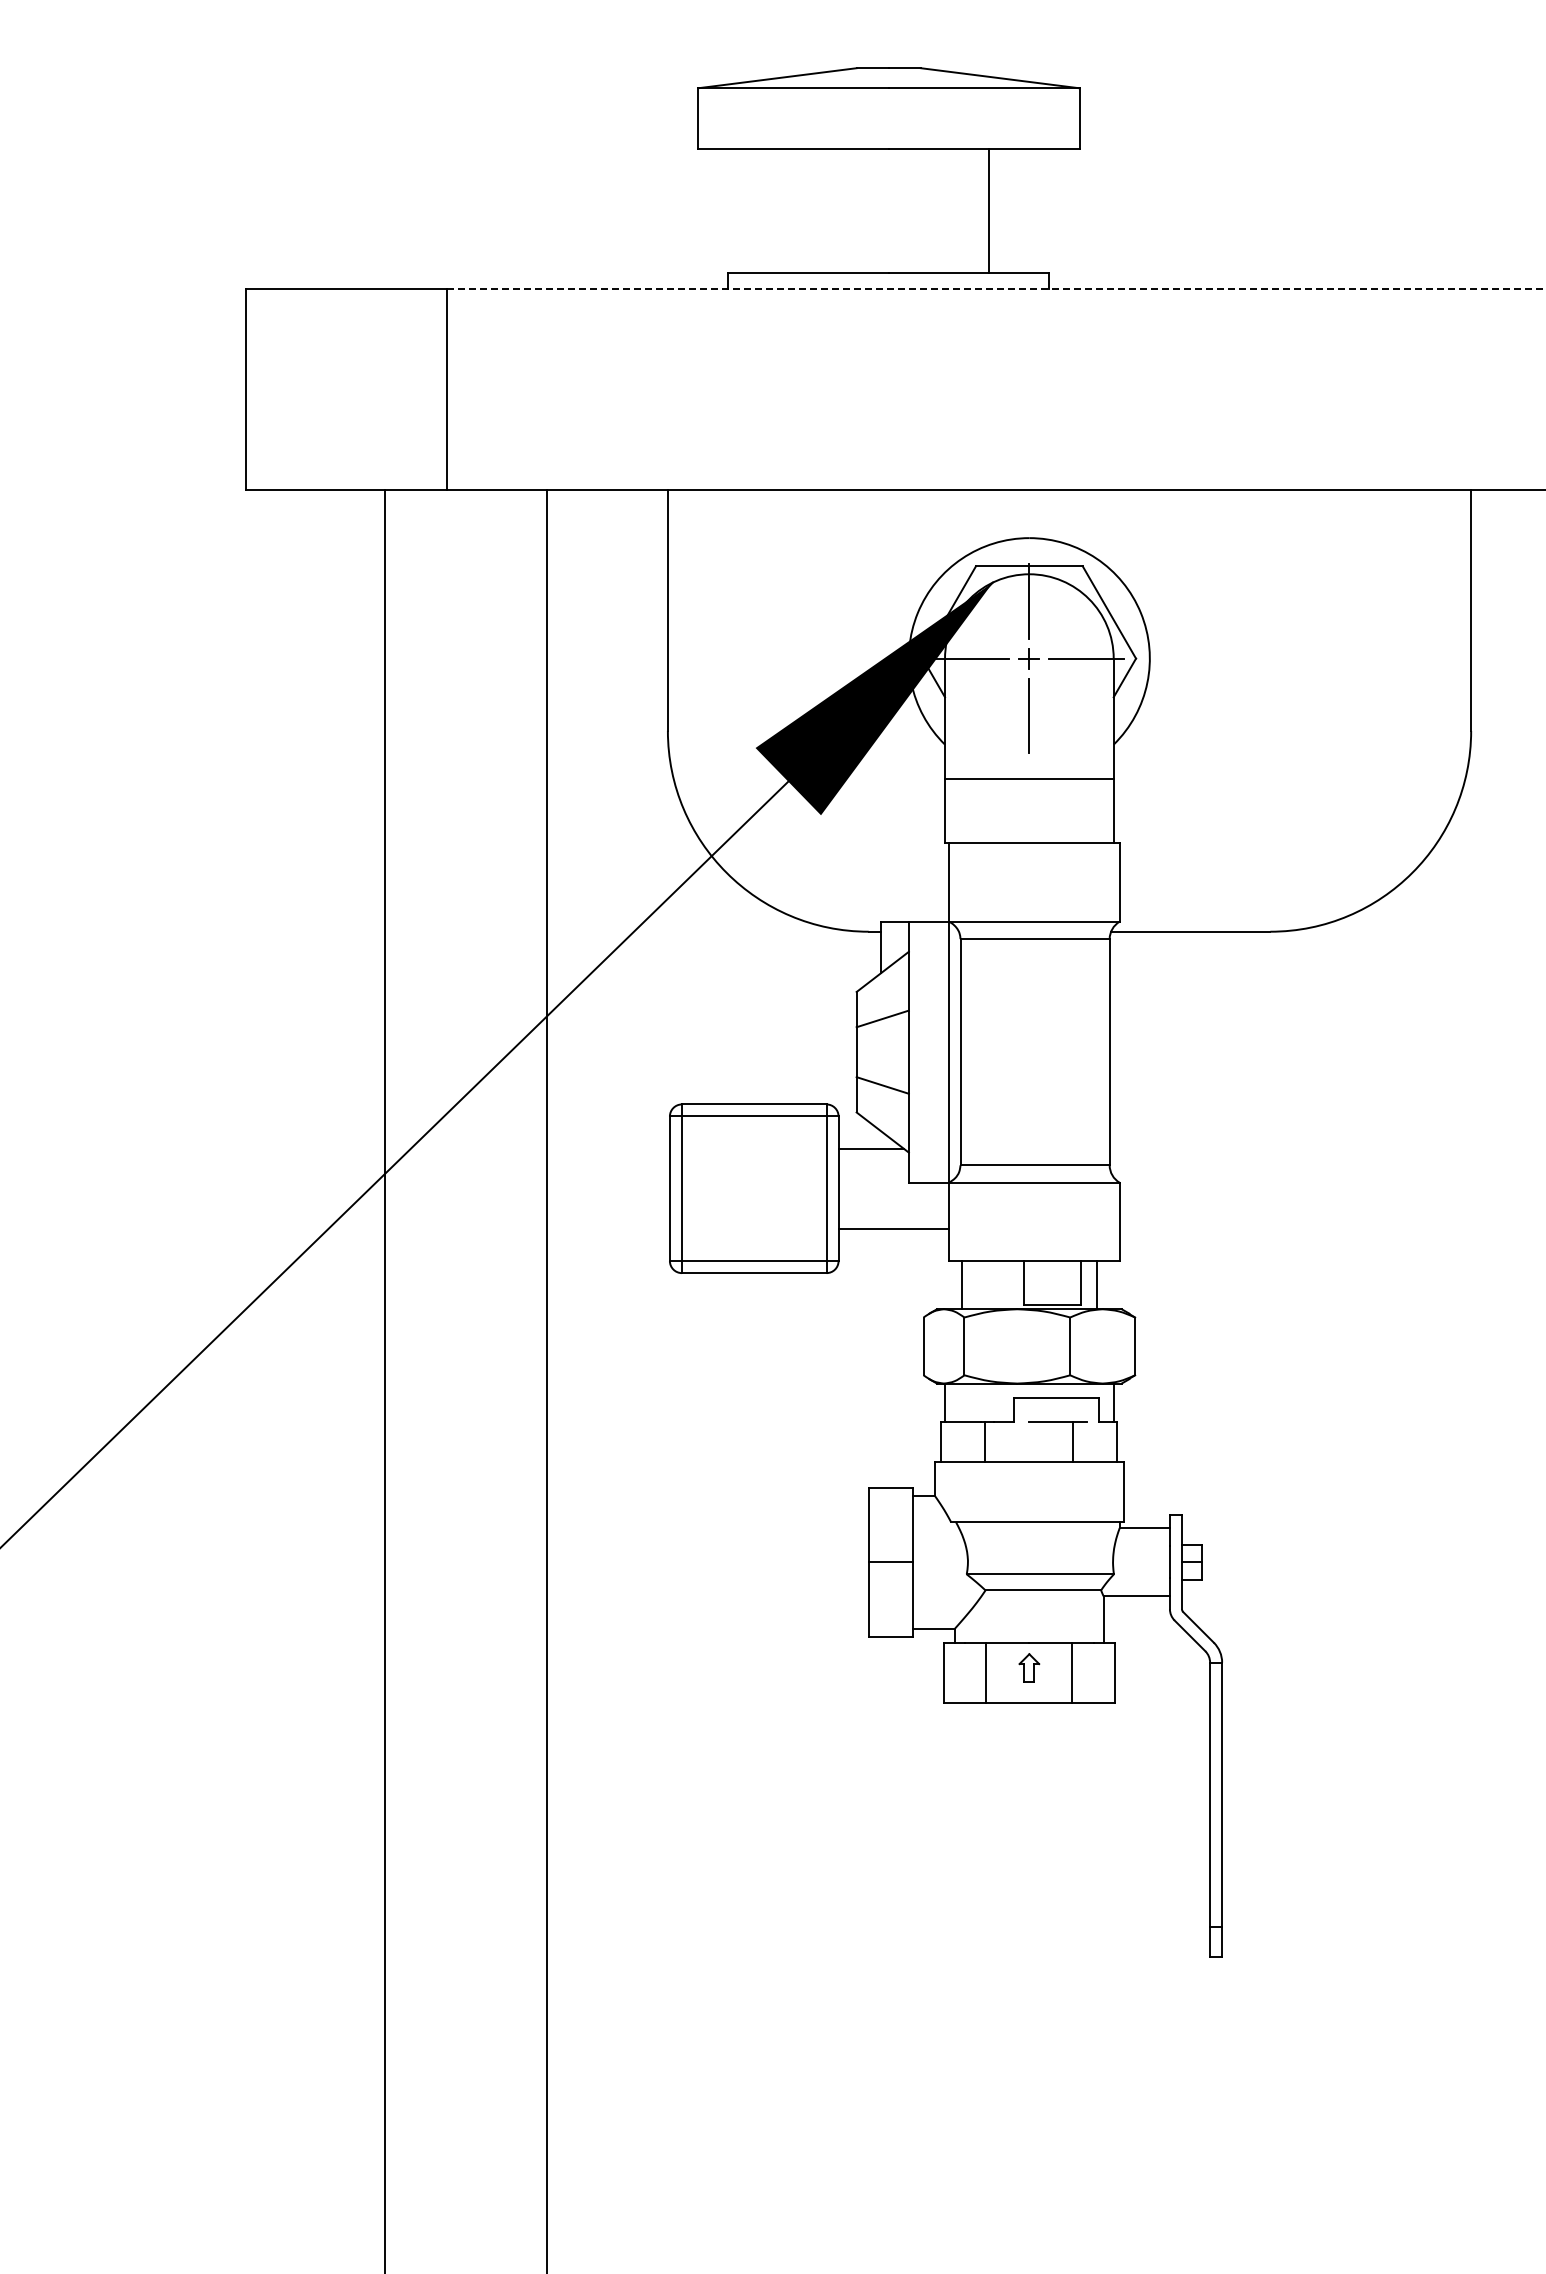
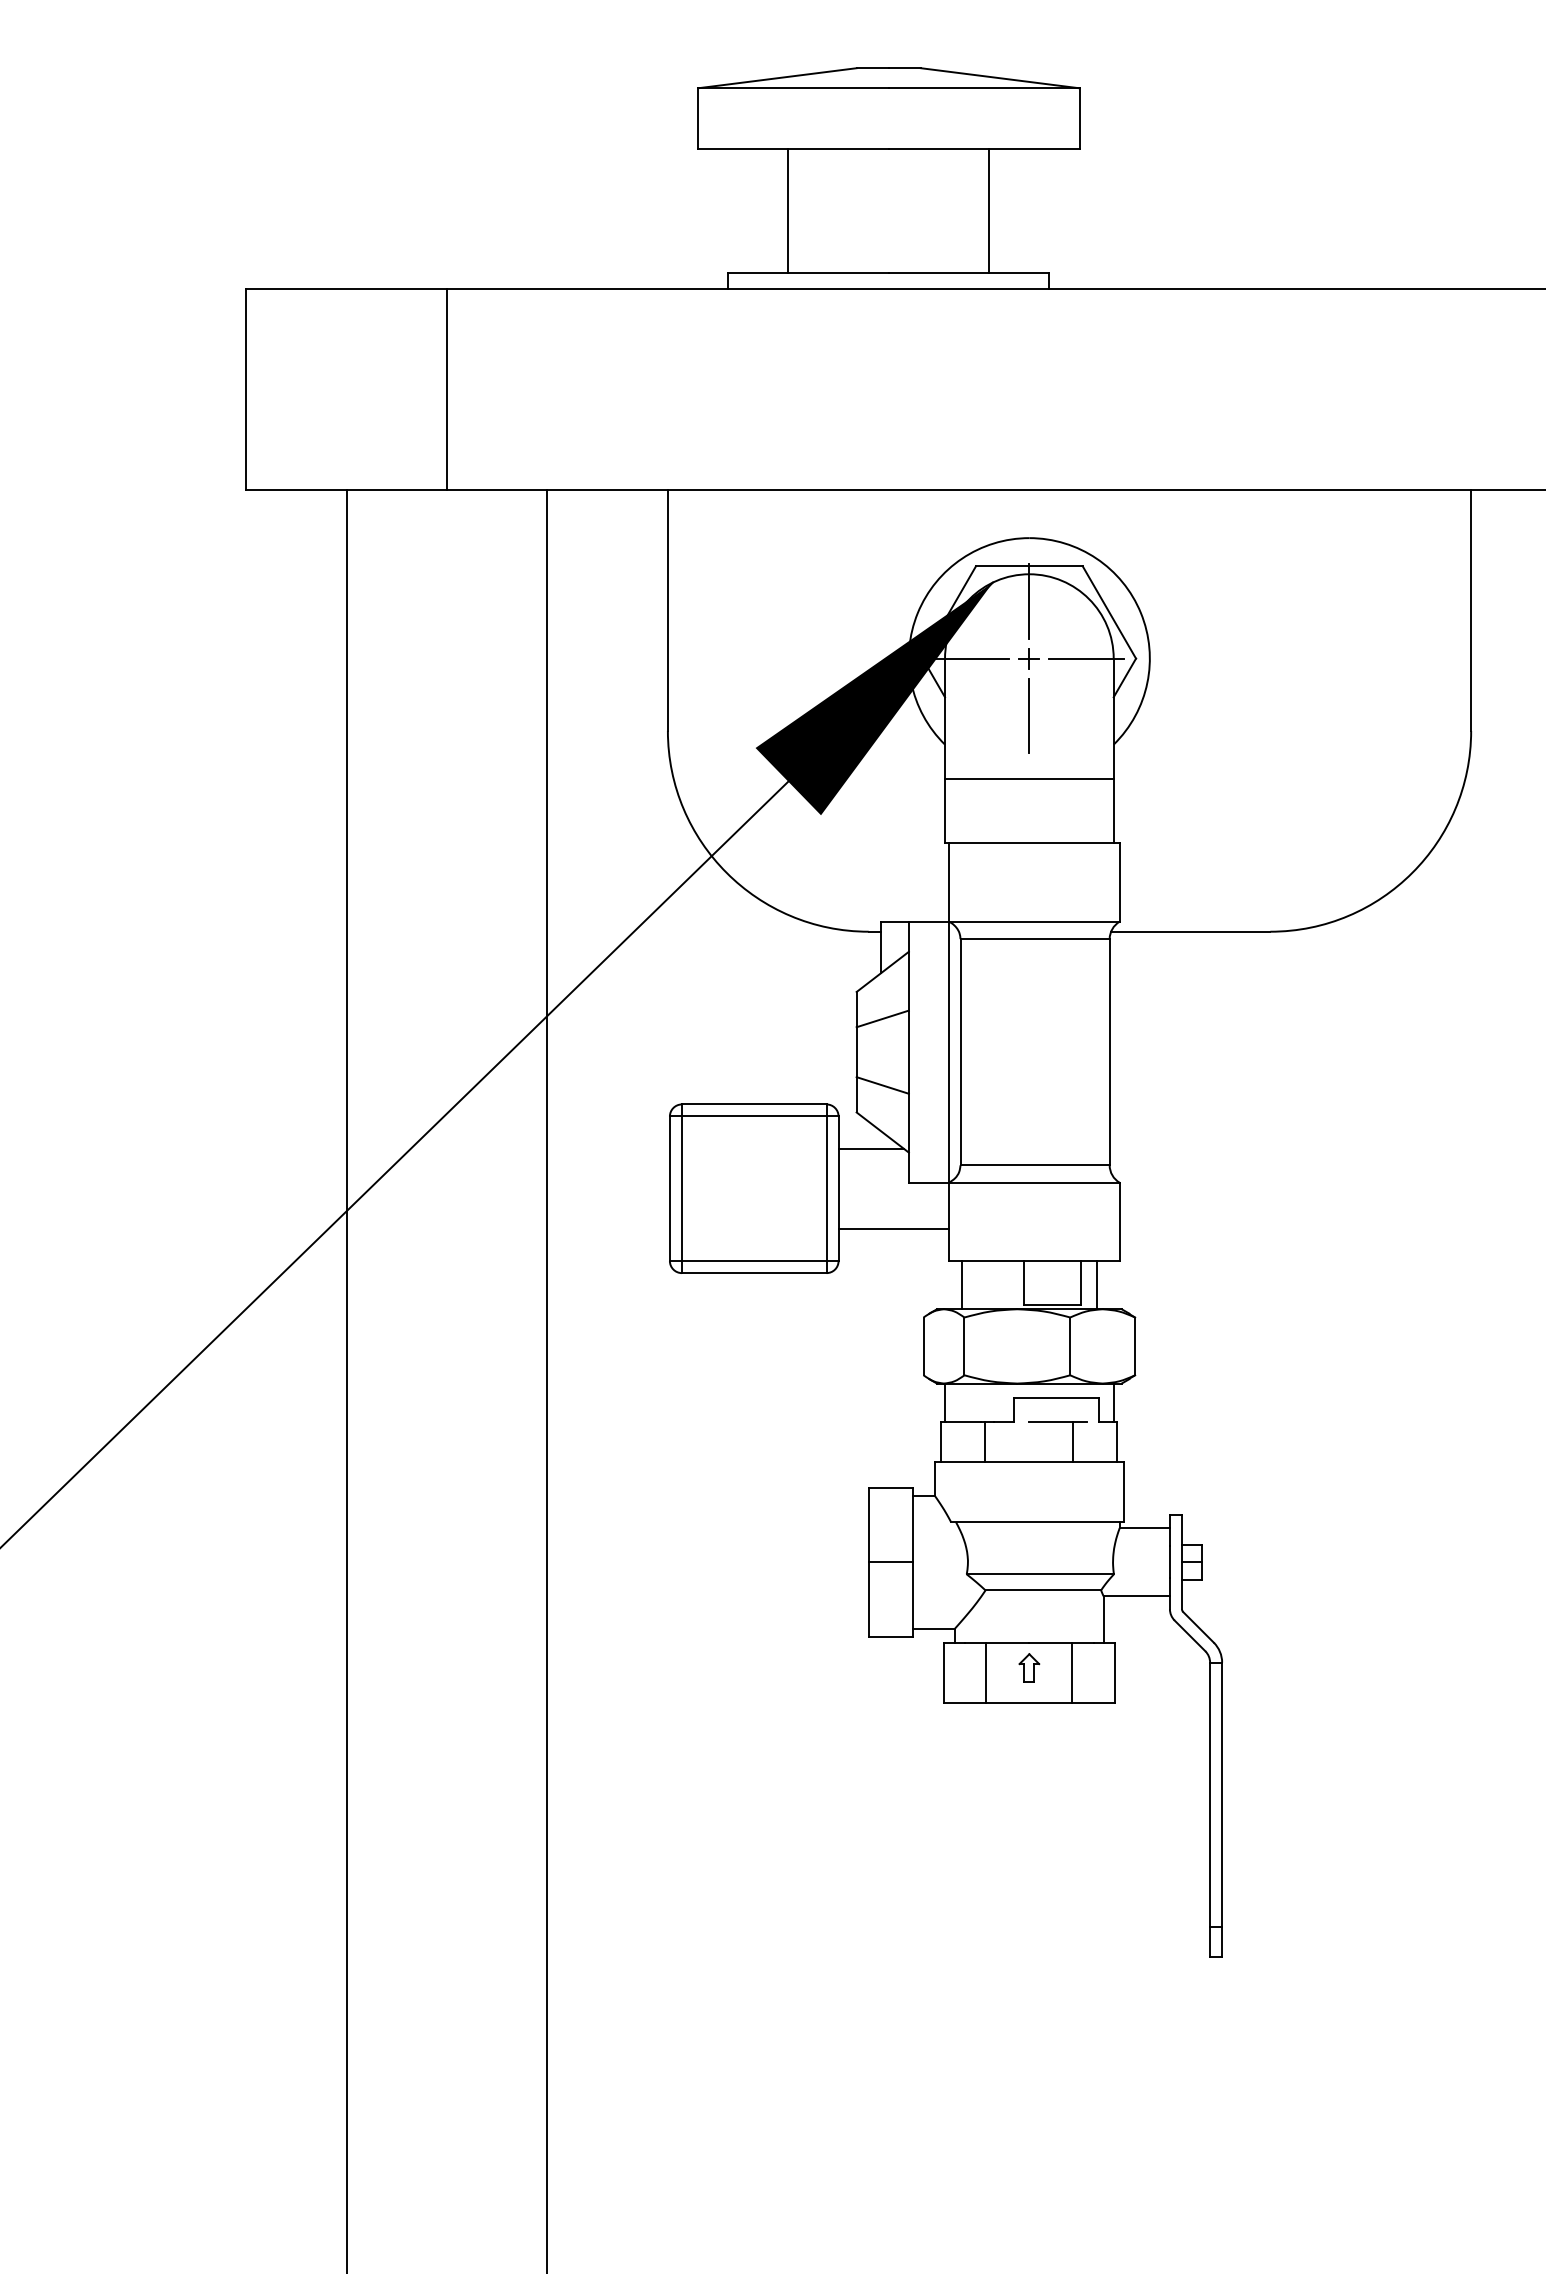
line at (788, 210): none -> present
line at (995, 289): dashed -> solid
line at (384, 1379) position: (384, 1379) -> (346, 1379)
